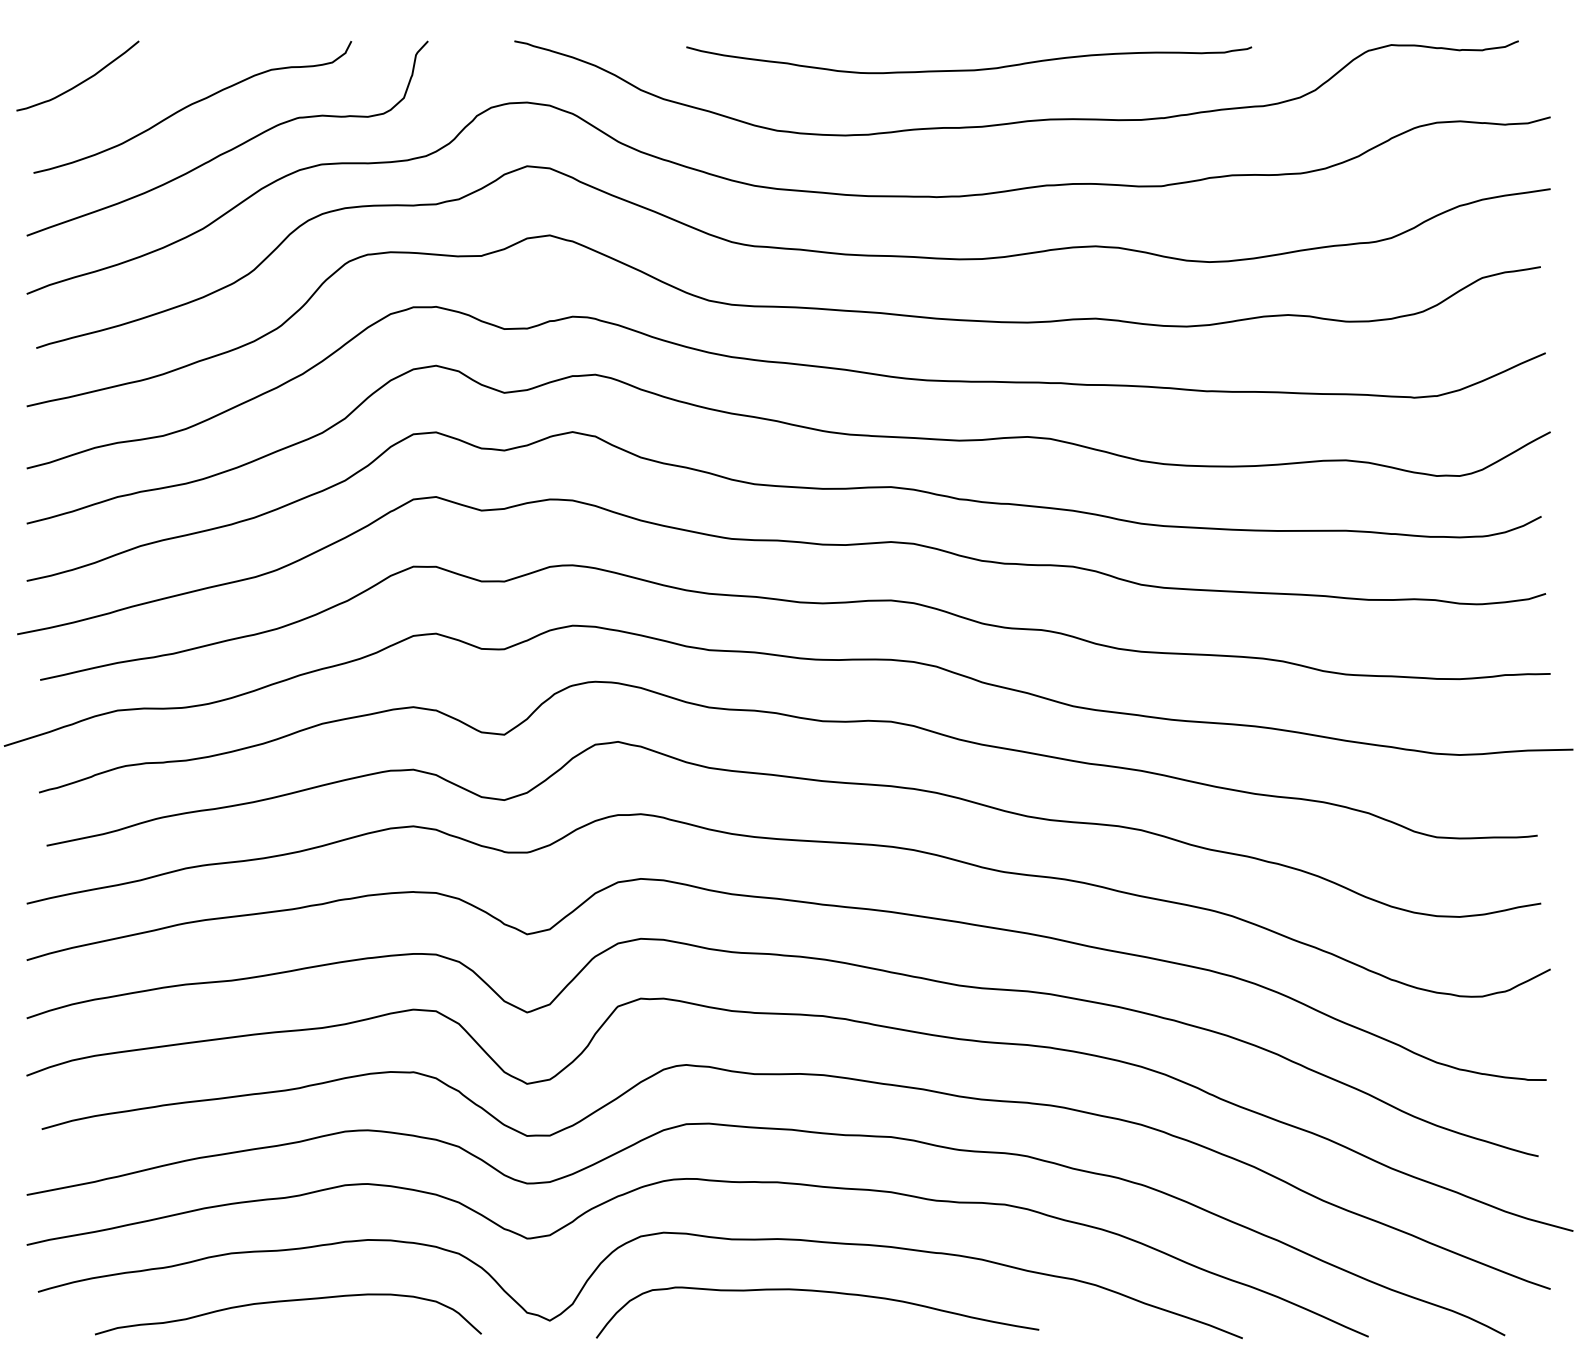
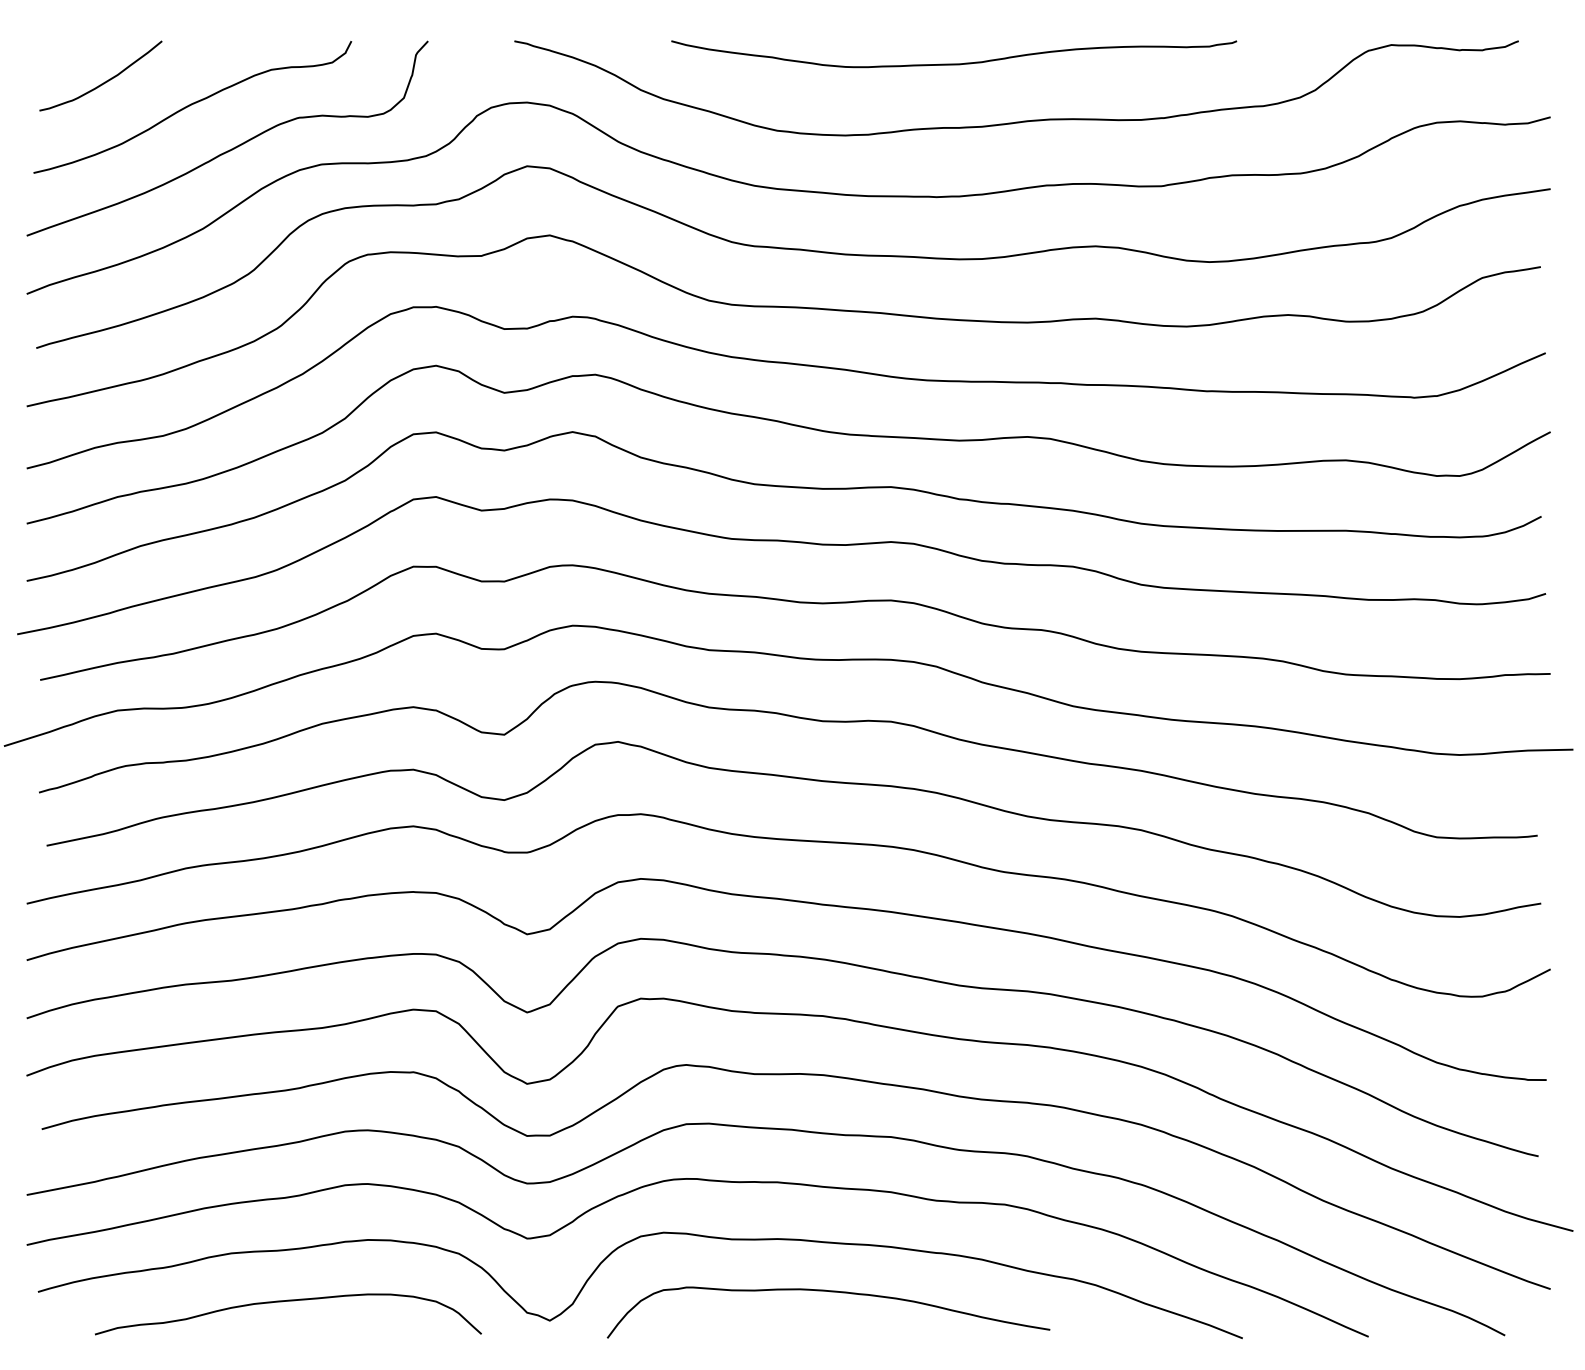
curve at (969, 69) position: (969, 69) -> (954, 63)
curve at (81, 81) position: (81, 81) -> (104, 81)
curve at (819, 1292) position: (819, 1292) -> (830, 1292)
